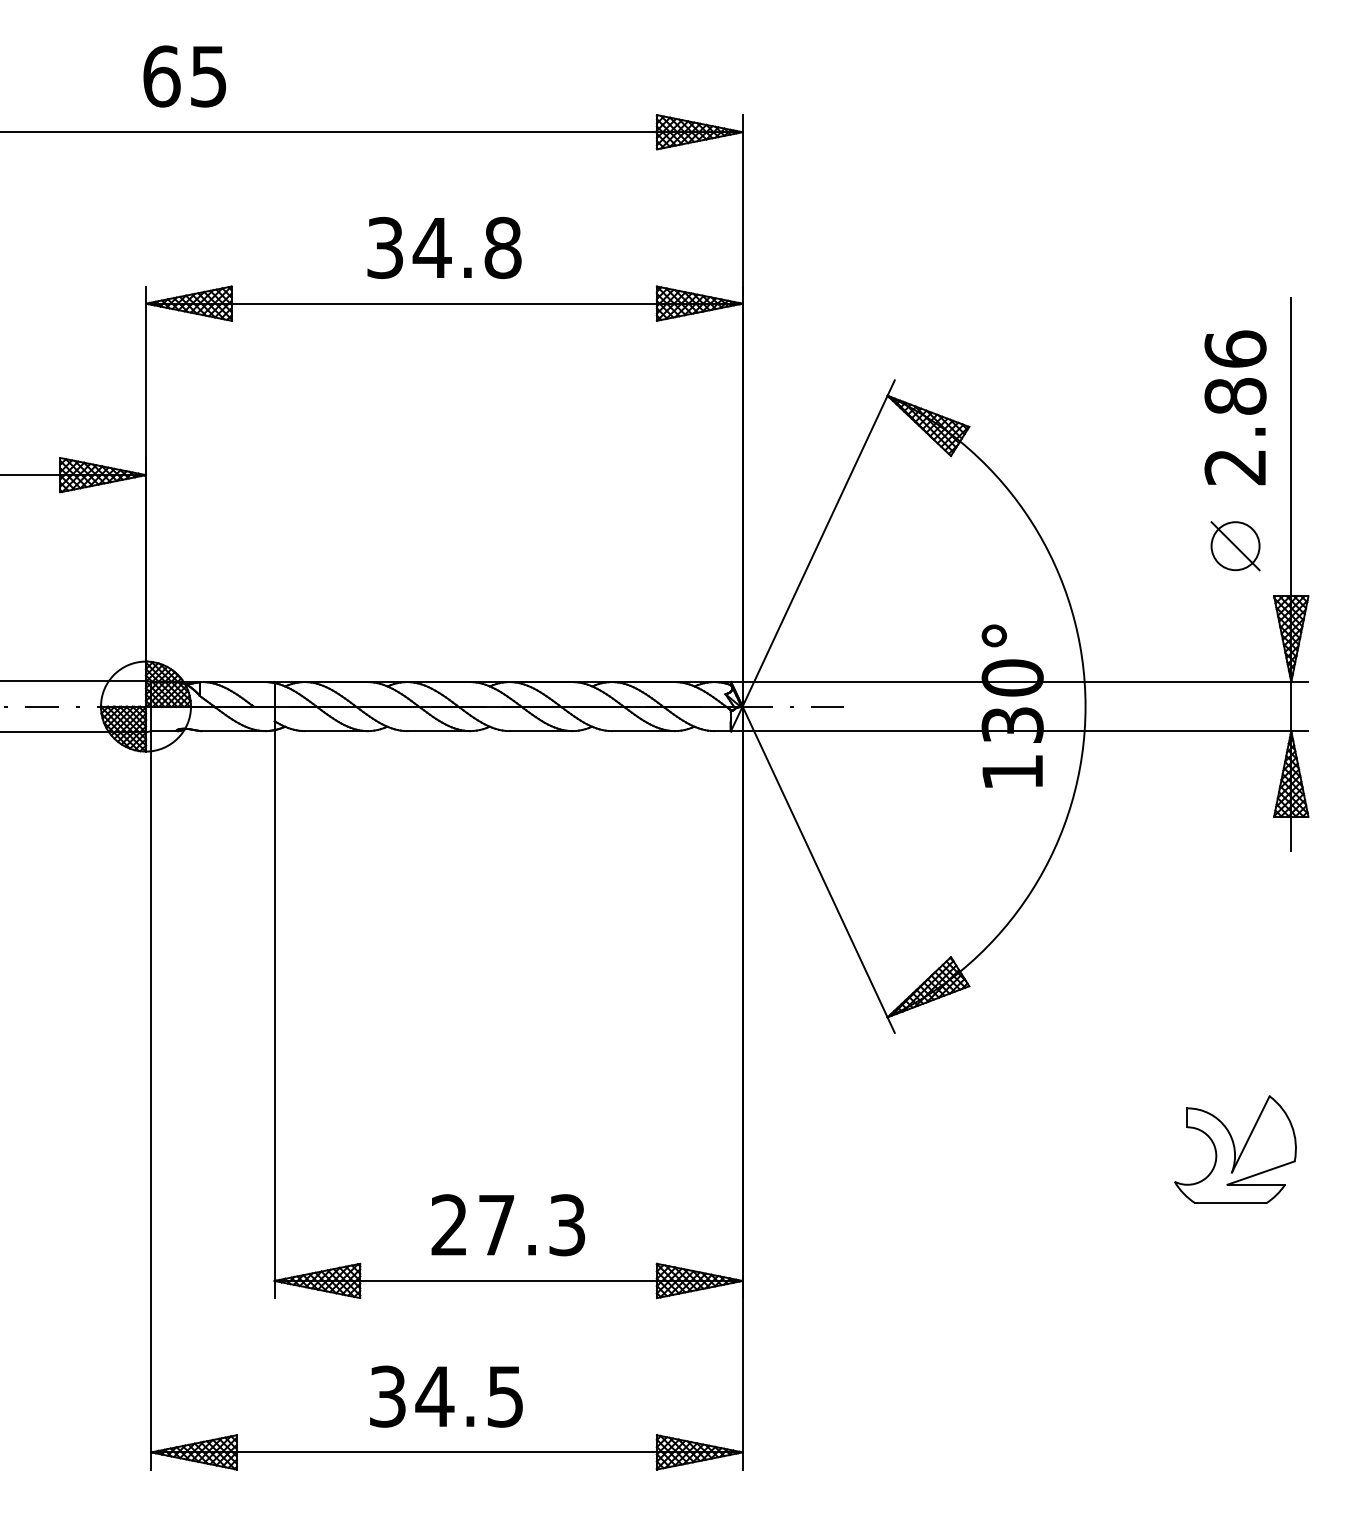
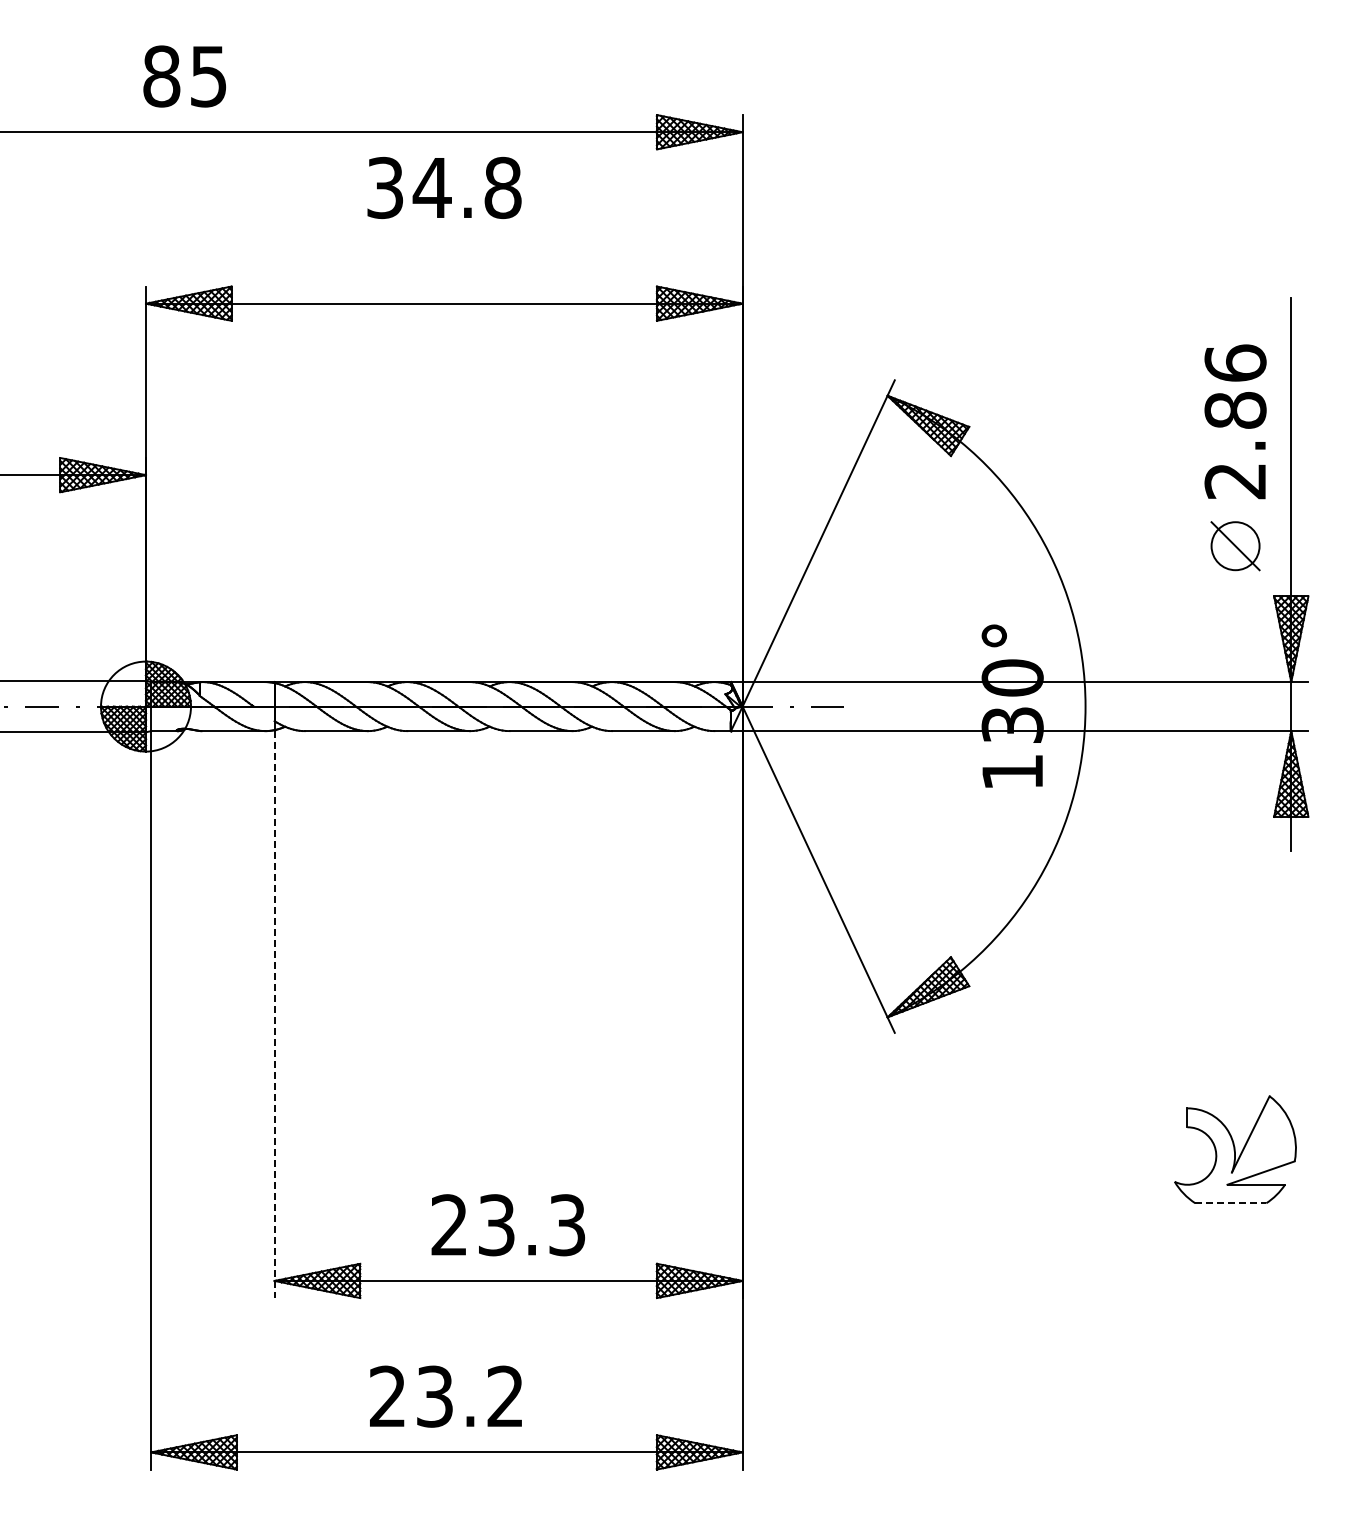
text at (161, 76): 65 -> 85
text at (444, 247) position: (444, 247) -> (444, 187)
text at (1235, 407) position: (1235, 407) -> (1235, 421)
line at (274, 1015): solid -> dashed
line at (1230, 1203): solid -> dashed
text at (496, 1225): 27.3 -> 23.3
text at (446, 1396): 34.5 -> 23.2
